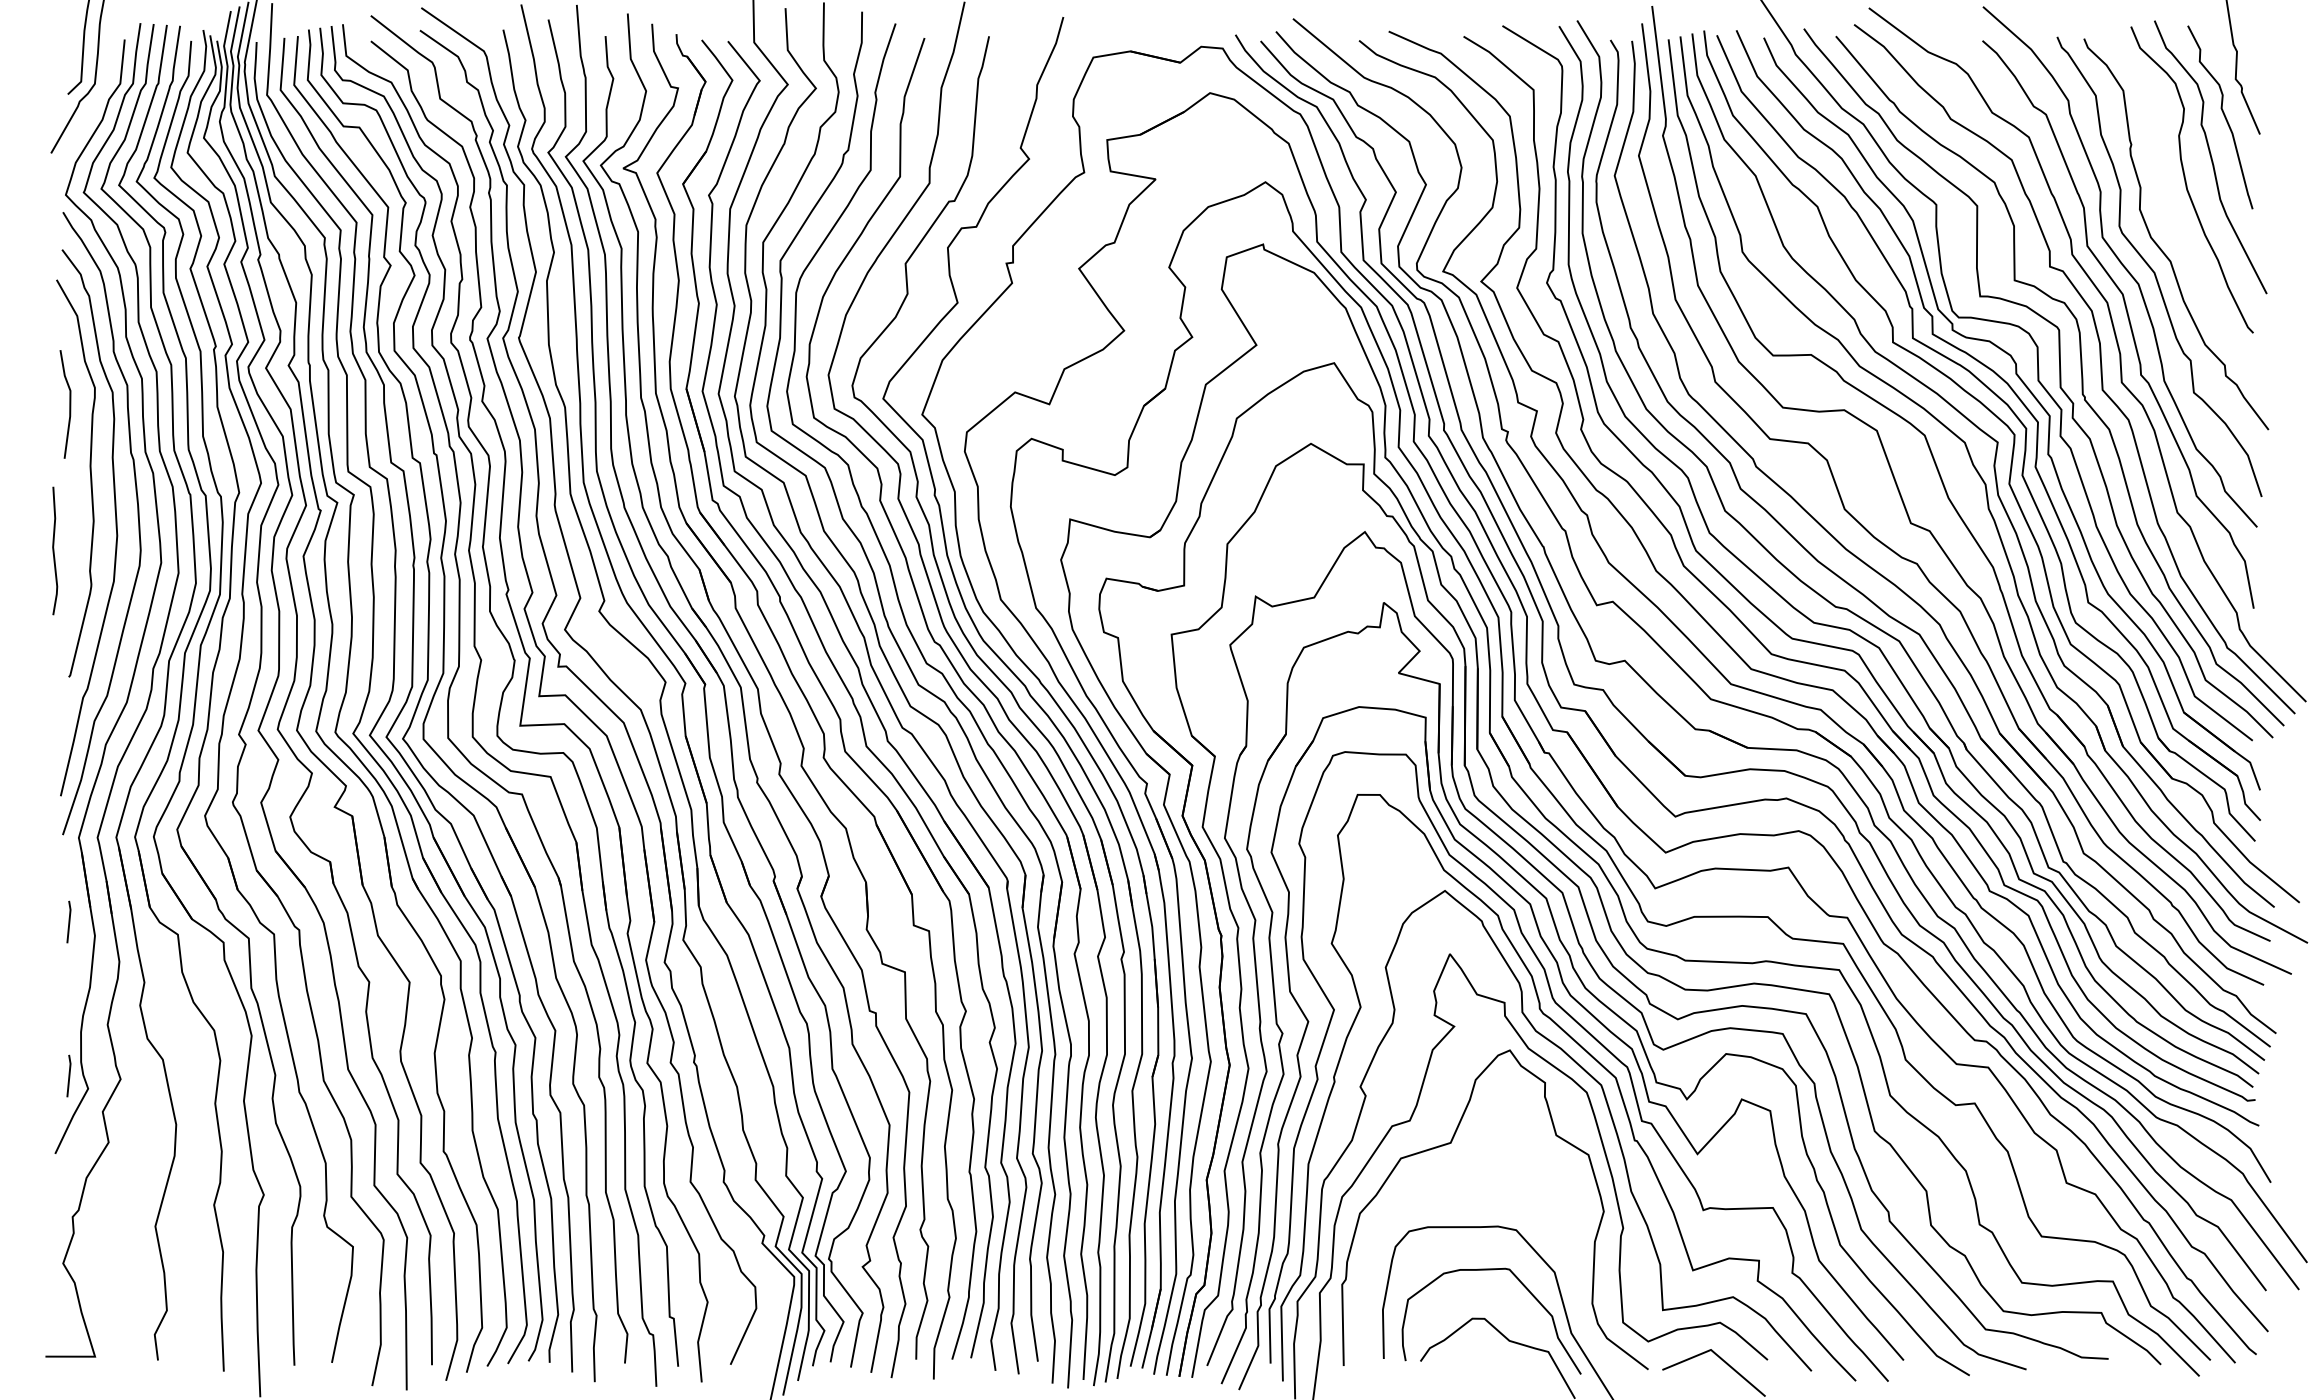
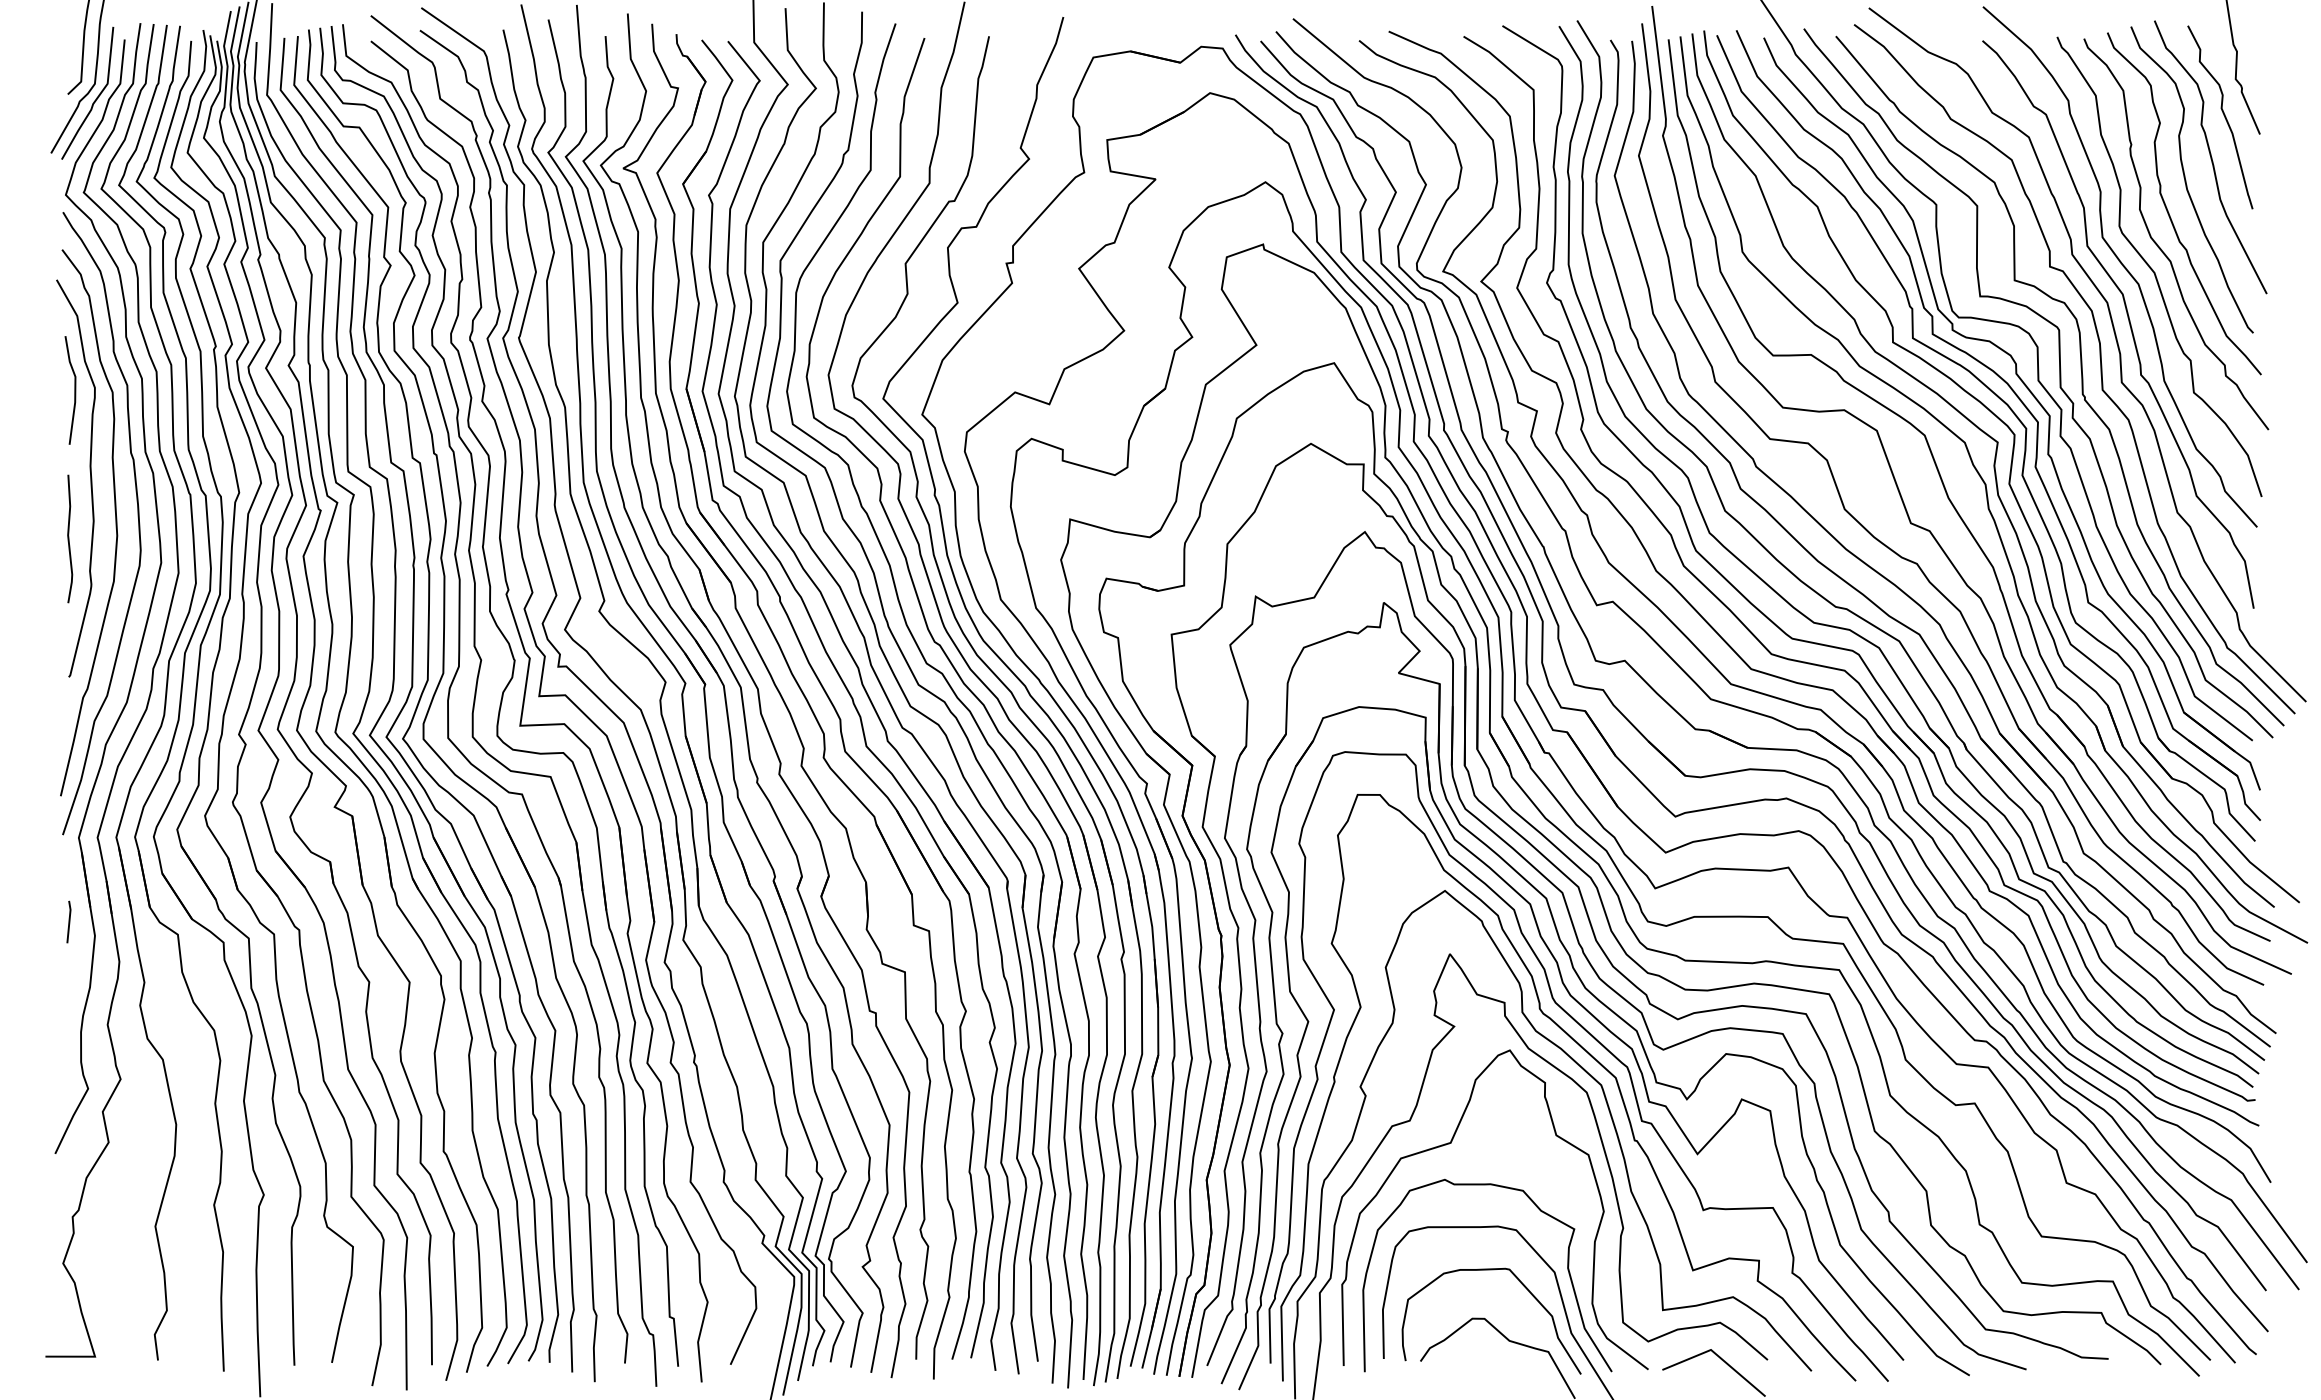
curve at (96, 97): none -> present
curve at (2167, 207): none -> present
line at (69, 404) position: (69, 404) -> (74, 390)
curve at (54, 550) position: (54, 550) -> (69, 538)
line at (68, 1075): present -> none
curve at (1567, 1270): none -> present
